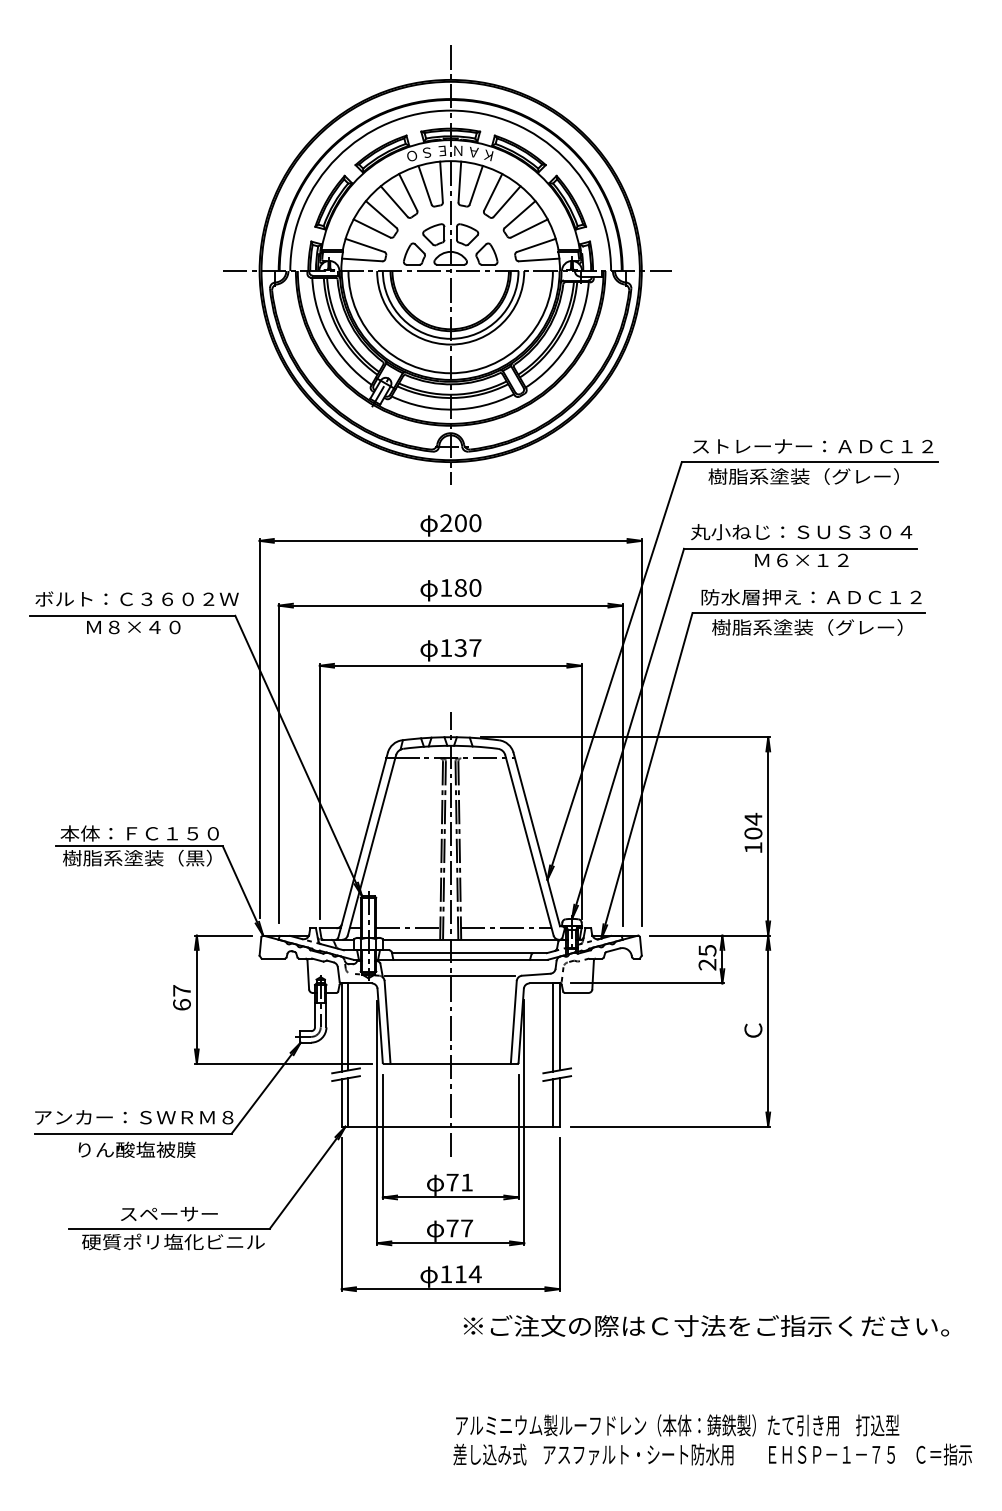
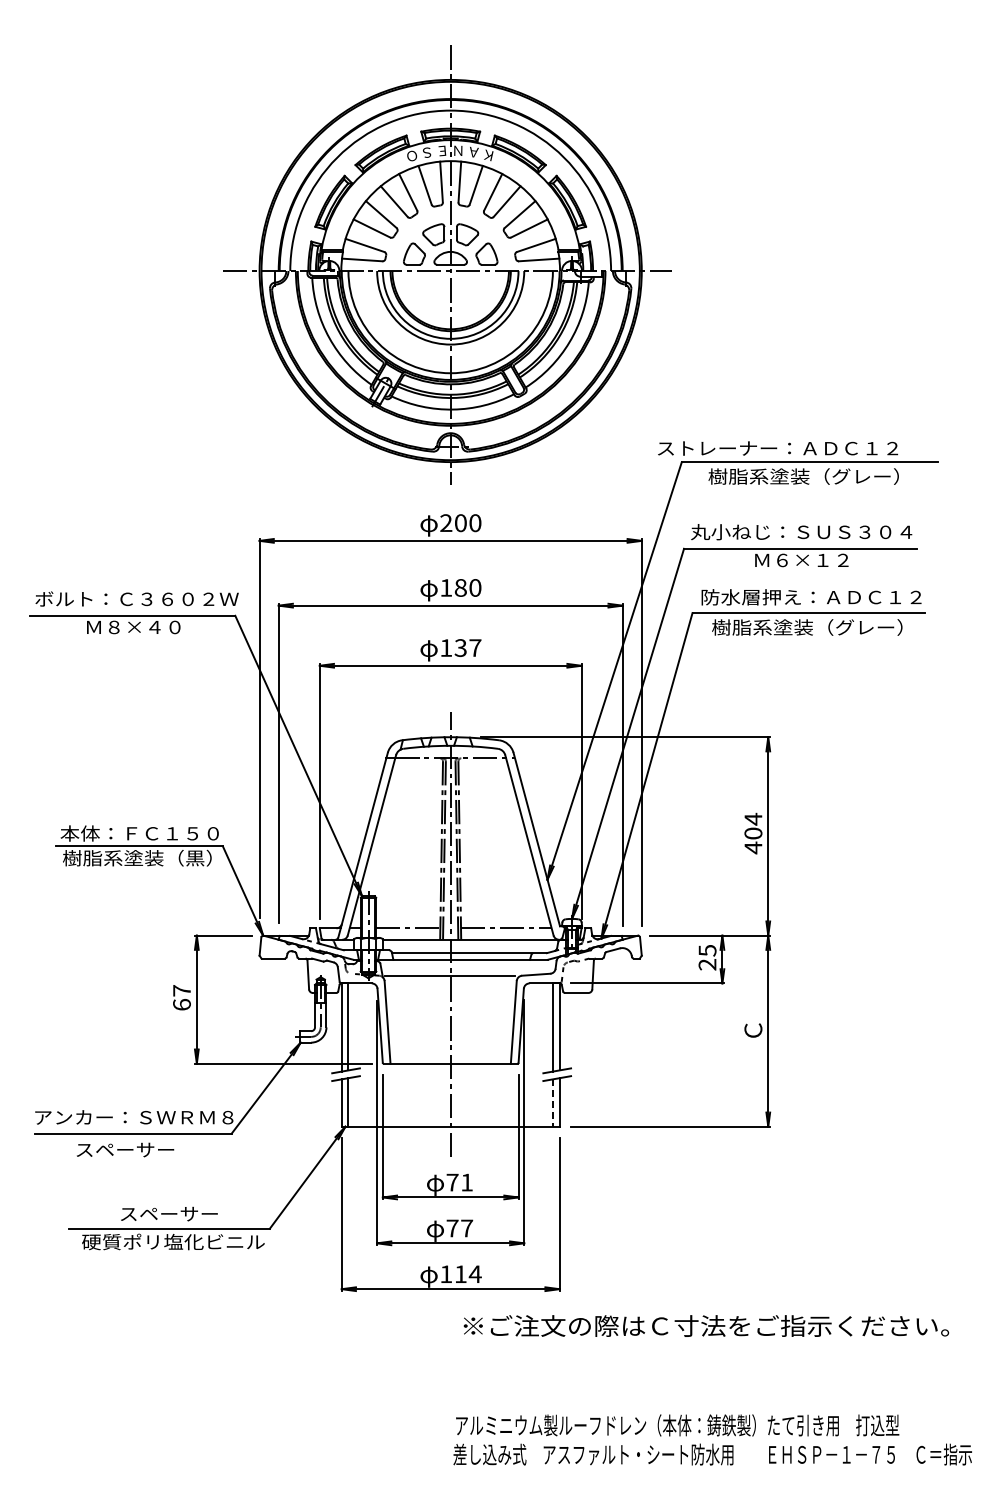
text at (813, 446) position: (813, 446) -> (778, 448)
text at (753, 847): 104 -> 404
line at (552, 1103): solid -> dashed
text at (135, 1149): りん酸塩被膜 -> スペーサー
